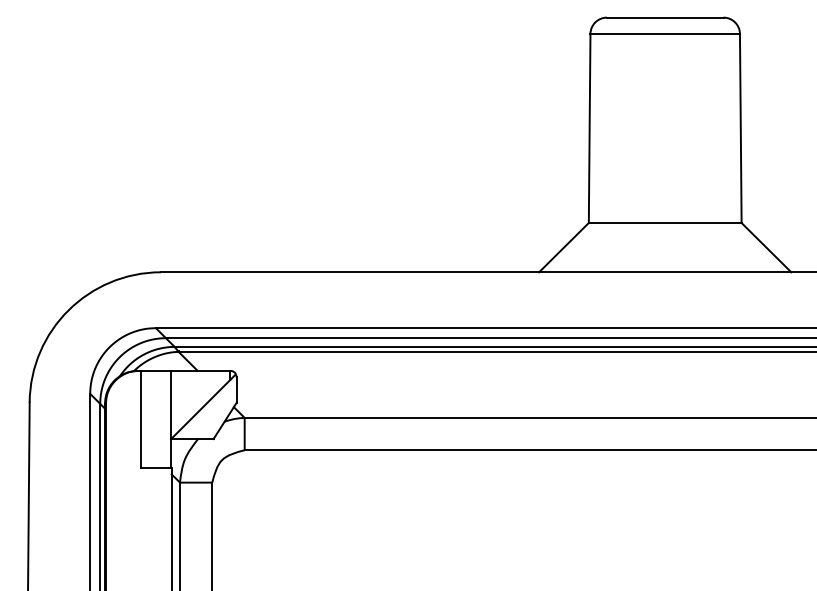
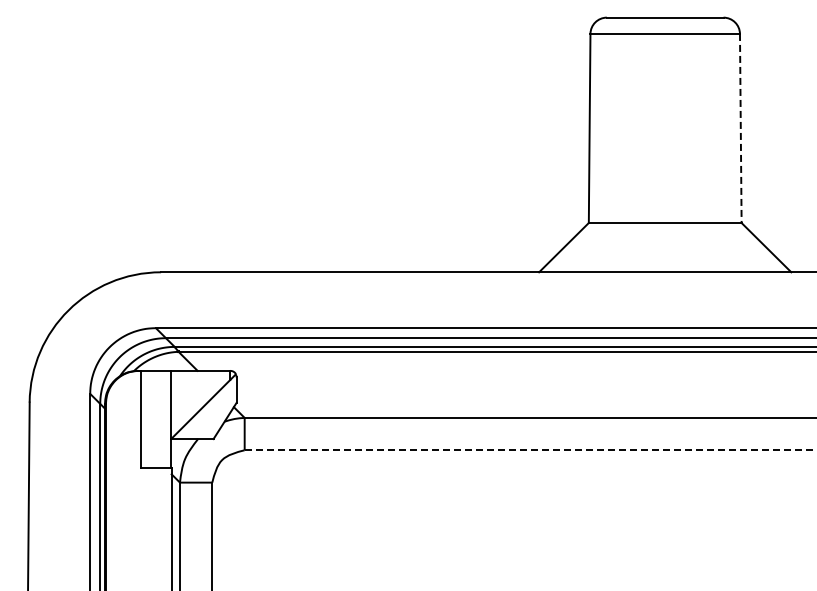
line at (740, 128): solid -> dashed
line at (530, 450): solid -> dashed
